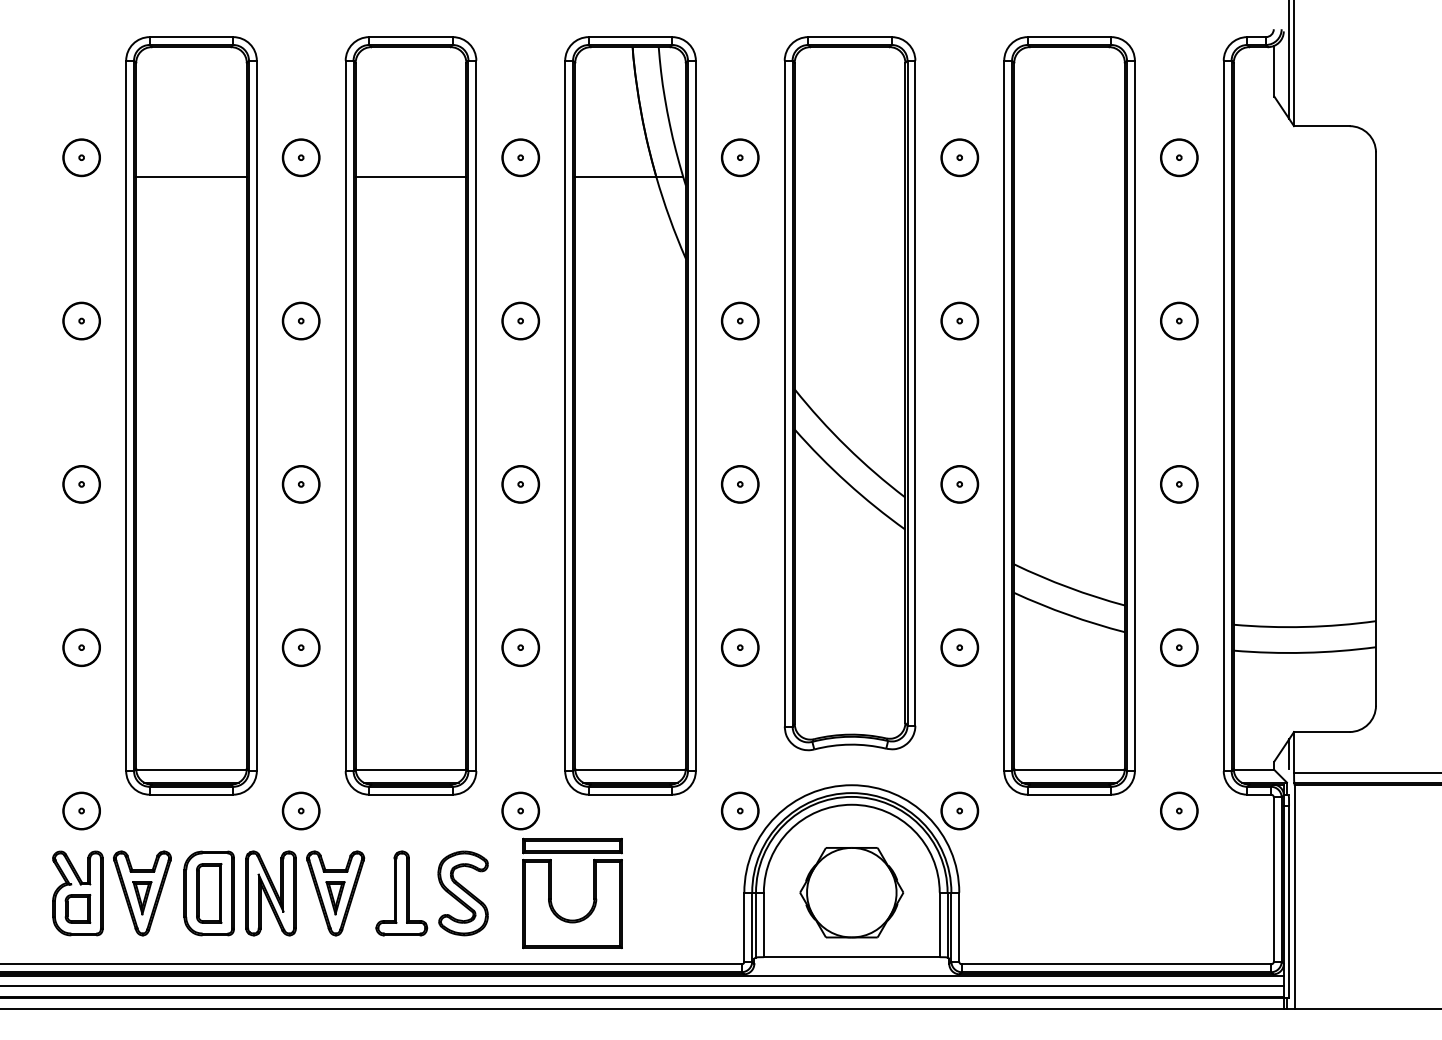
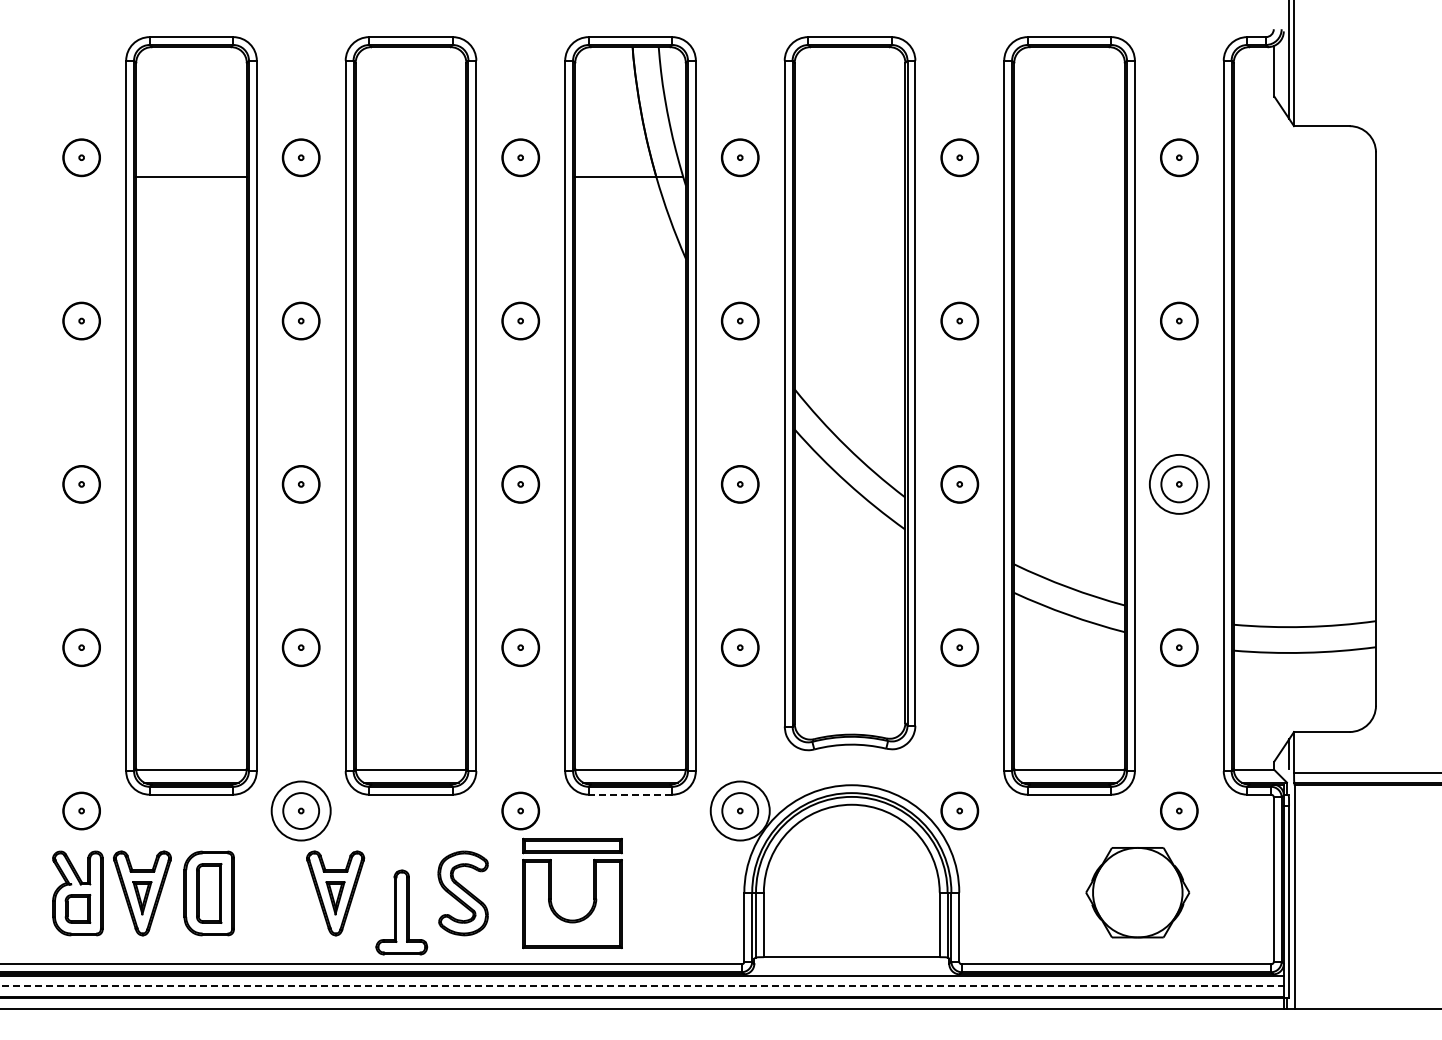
line at (410, 176): present -> none
circle at (1178, 483) diameter: 37 px -> 59 px
line at (630, 794): solid -> dashed
circle at (300, 810) diameter: 37 px -> 59 px
circle at (739, 810) diameter: 37 px -> 59 px
part at (851, 892) position: (851, 892) -> (1137, 892)
part at (270, 893): present -> none
part at (401, 893) position: (401, 893) -> (401, 912)
line at (641, 986): solid -> dashed
